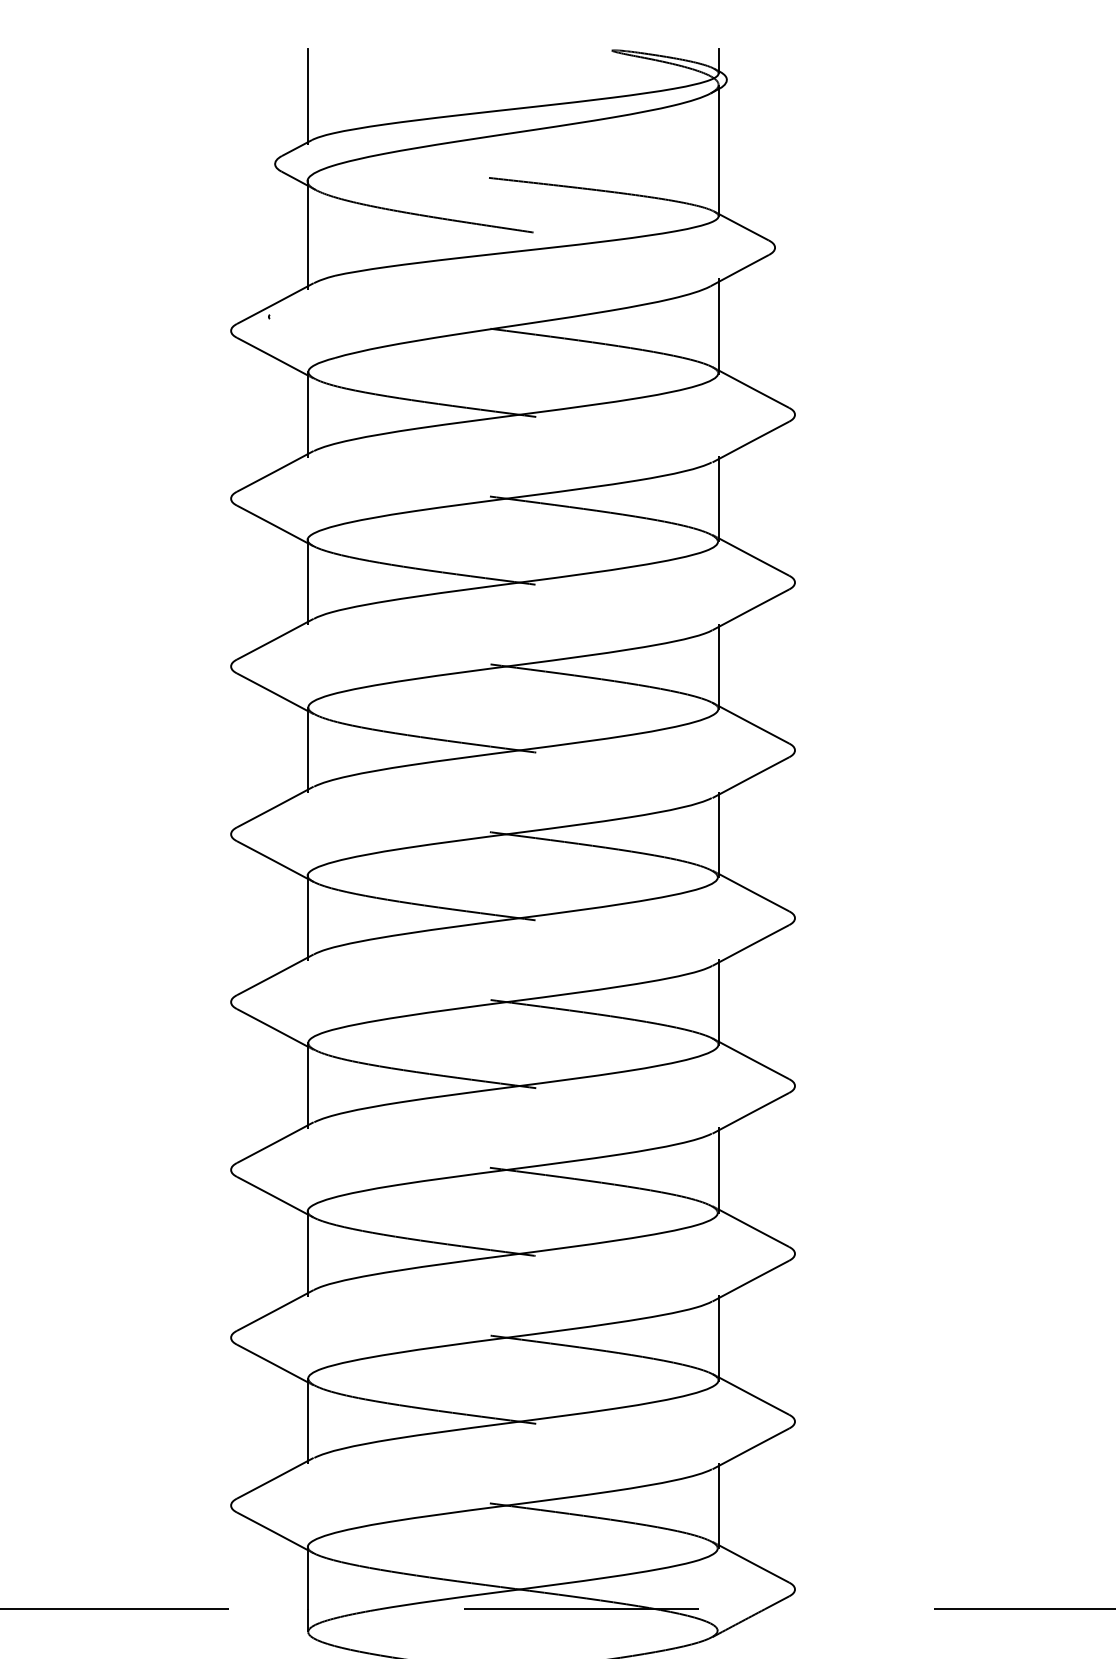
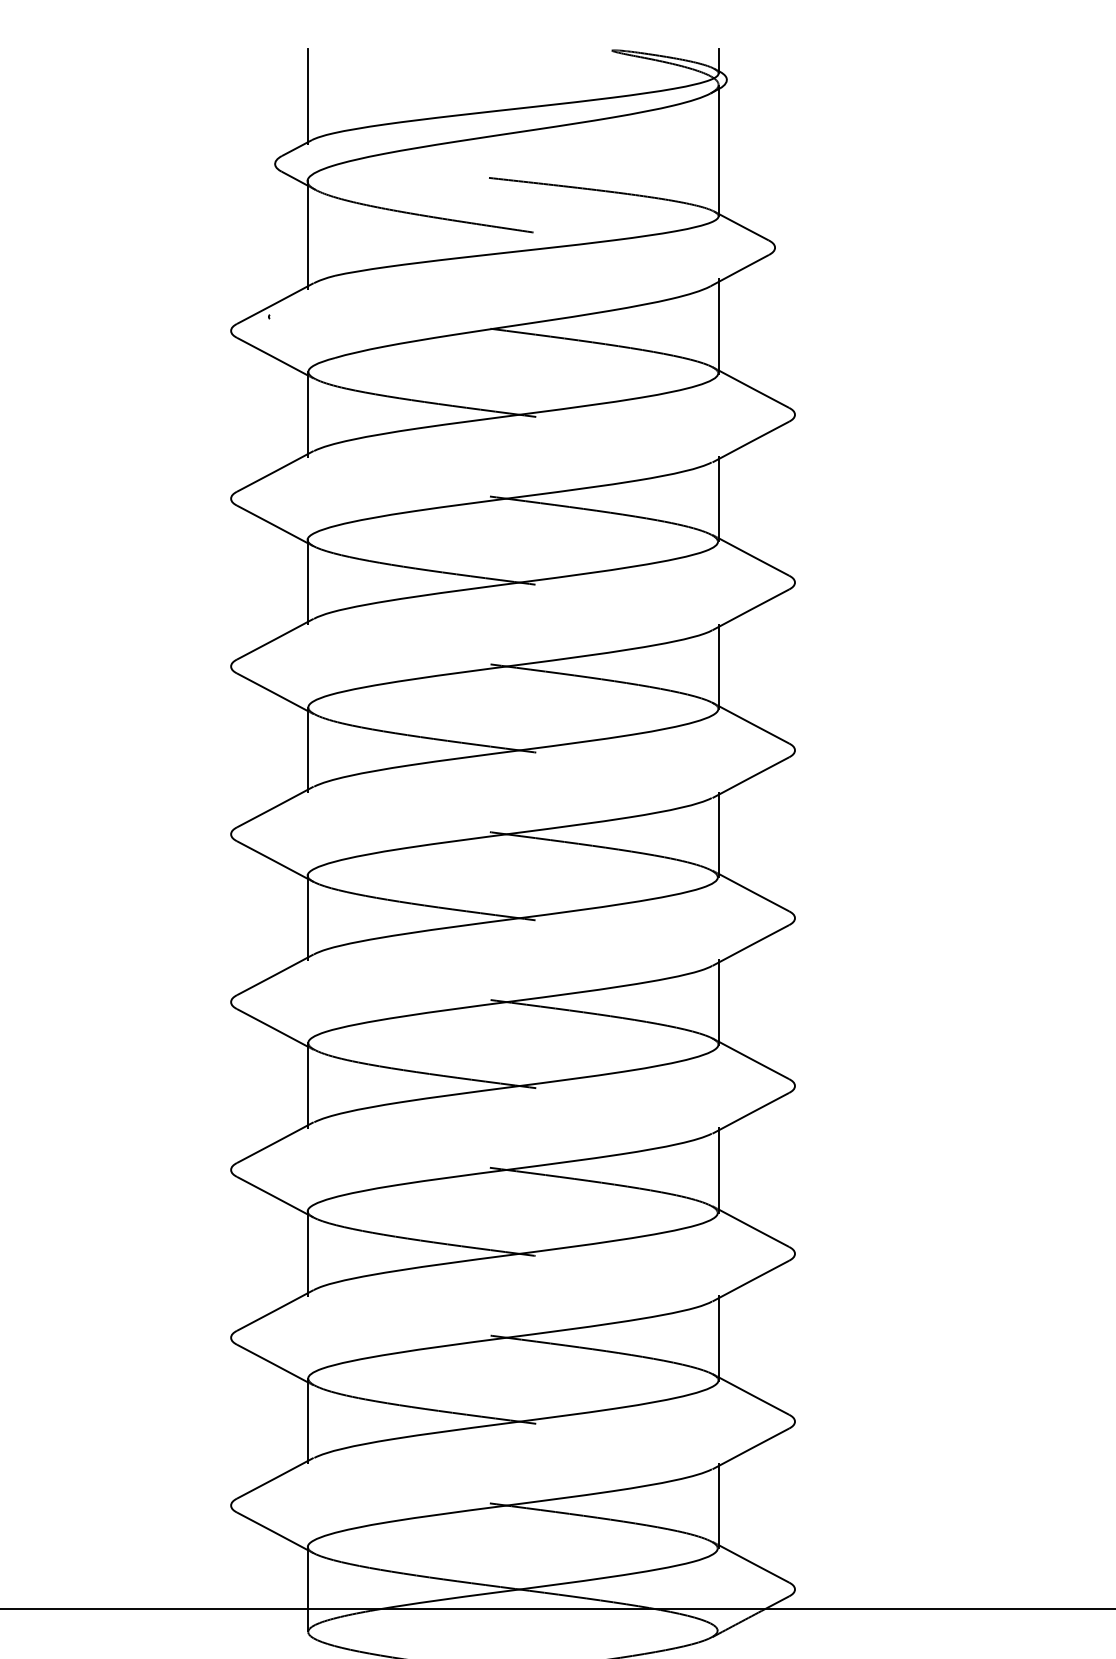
line at (557, 1609): dashed -> solid
